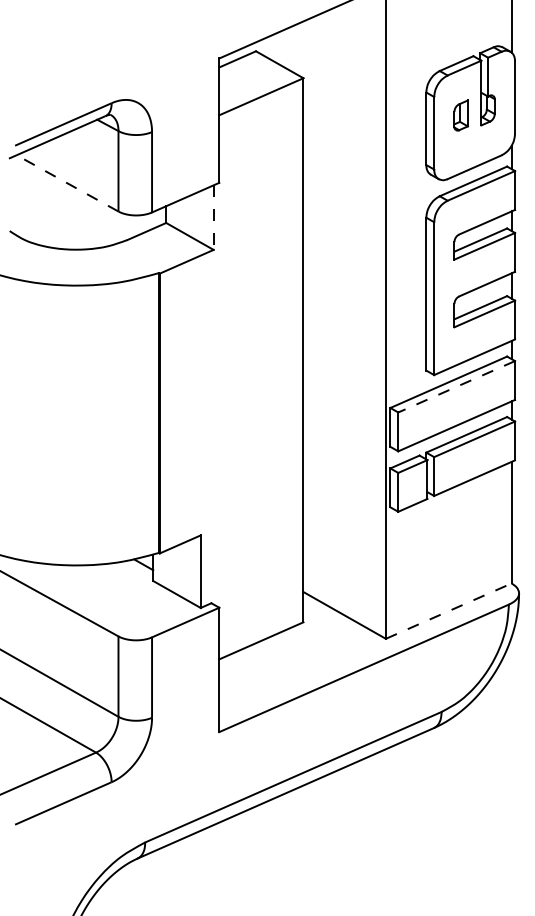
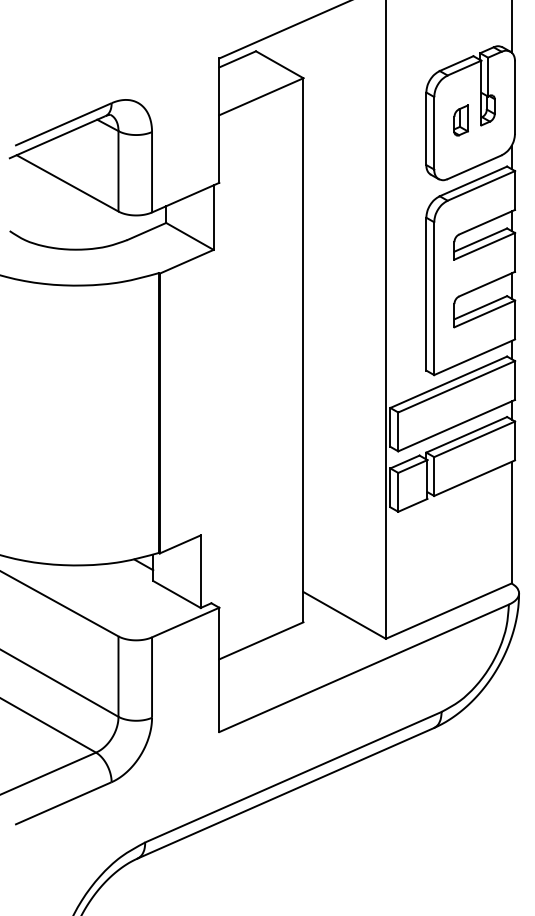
part at (460, 115) position: (460, 115) -> (460, 120)
line at (67, 183): dashed -> solid
line at (213, 218): dashed -> solid
line at (456, 386): dashed -> solid
line at (448, 611): dashed -> solid
